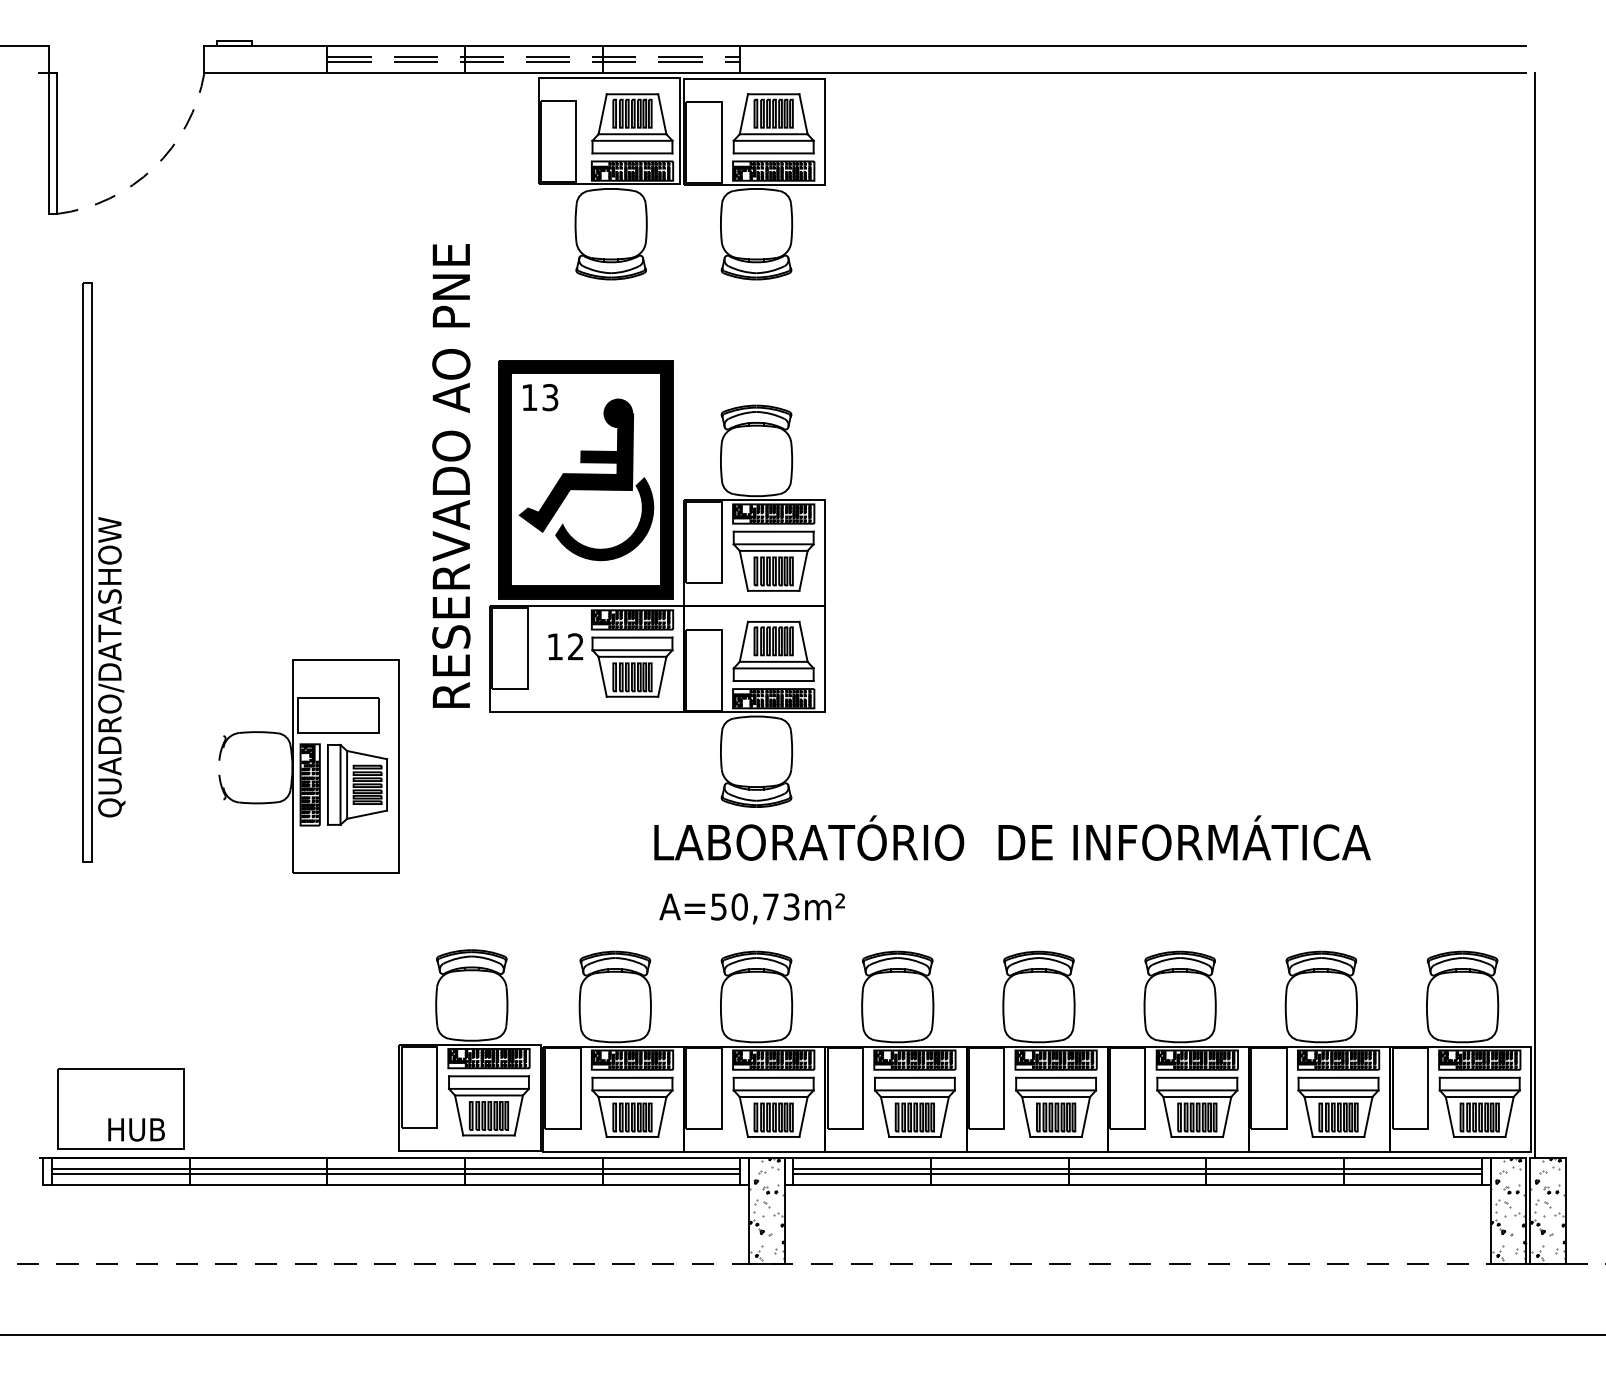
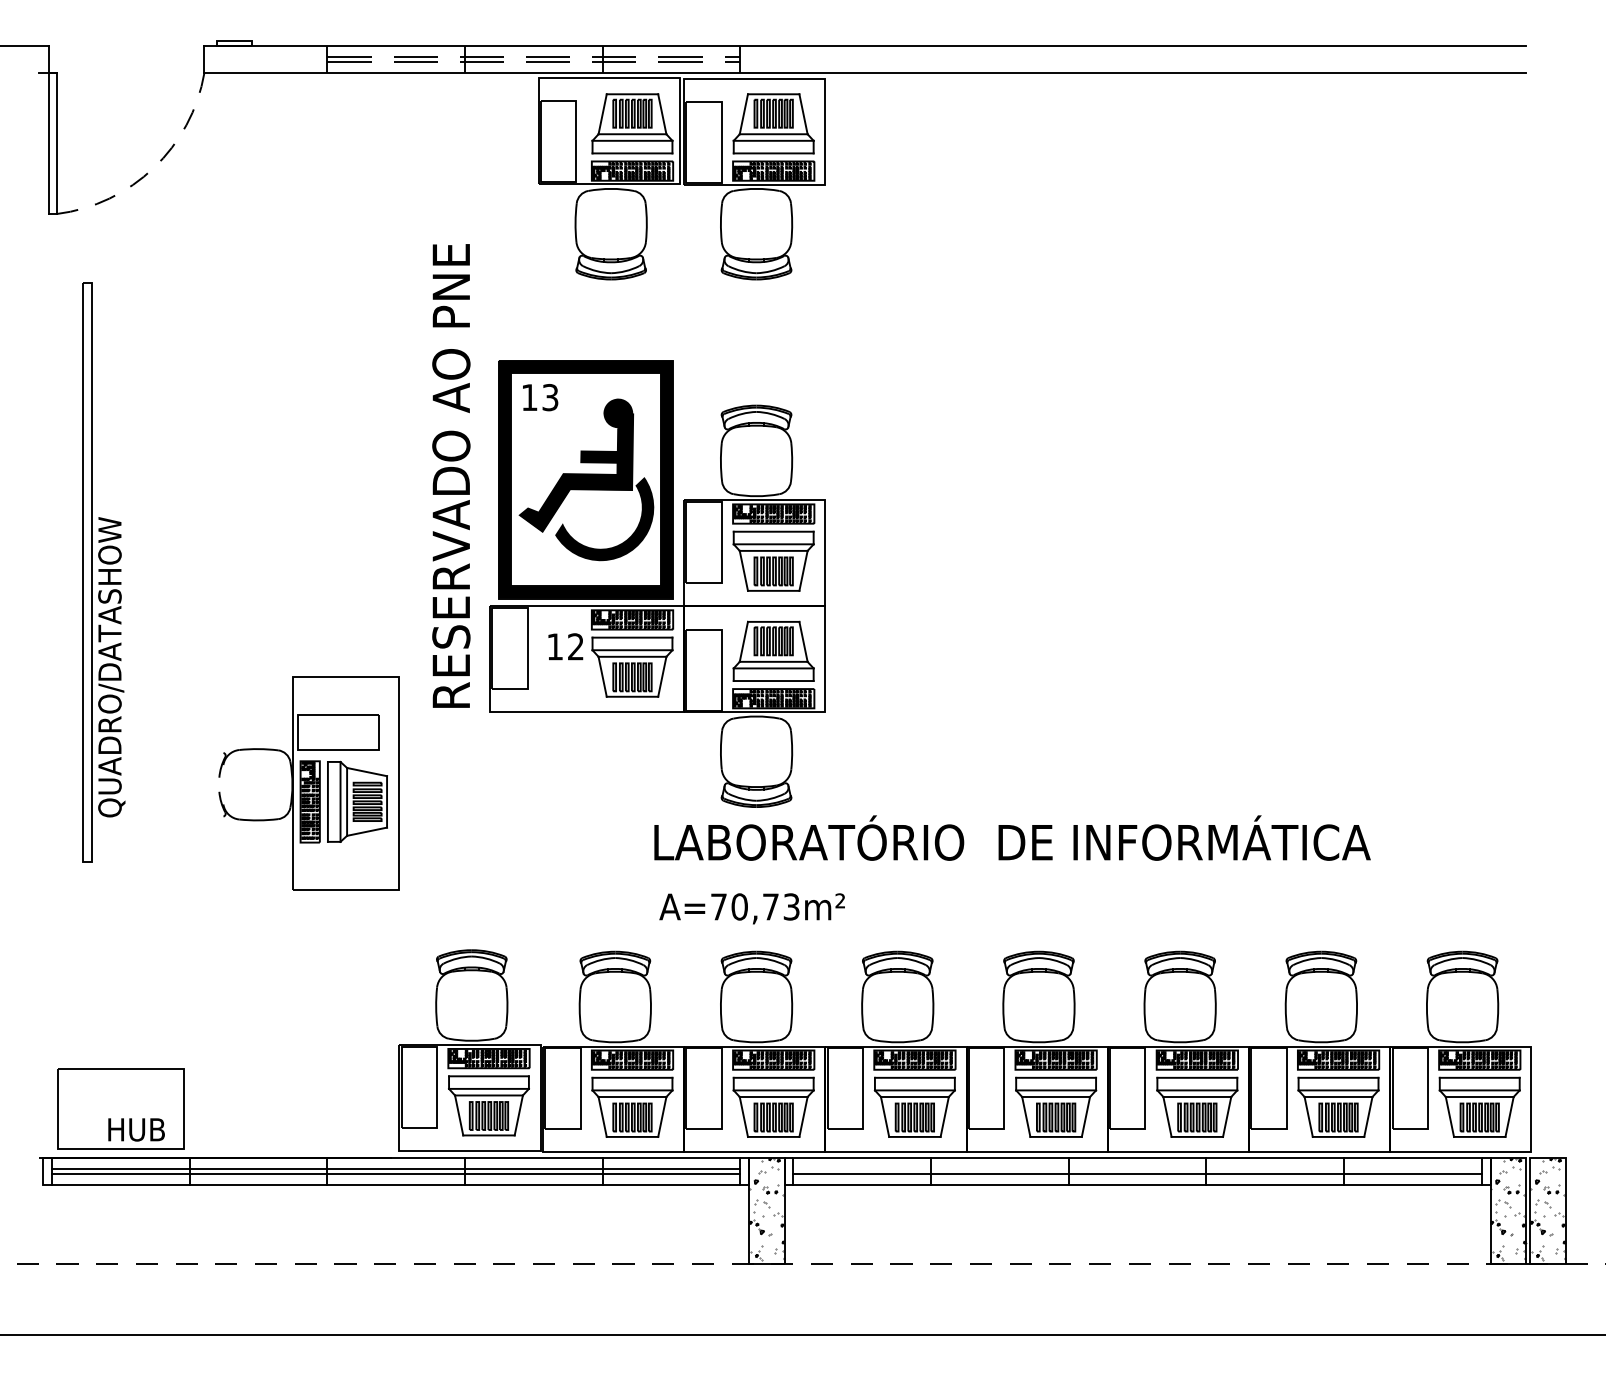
line at (1534, 615): present -> none
part at (308, 766) position: (308, 766) -> (308, 783)
text at (718, 906): A=50,73m² -> A=70,73m²
line at (1137, 1168): present -> none
